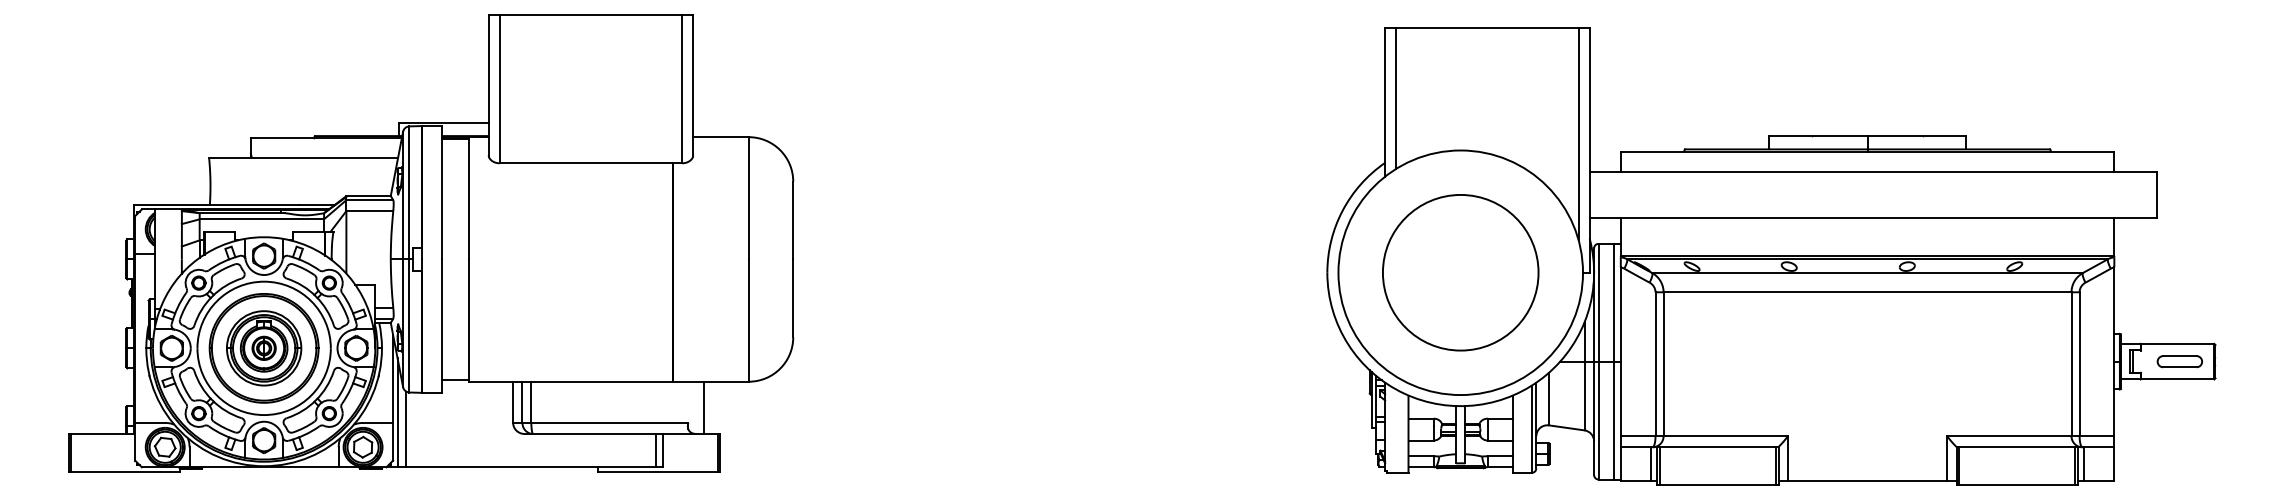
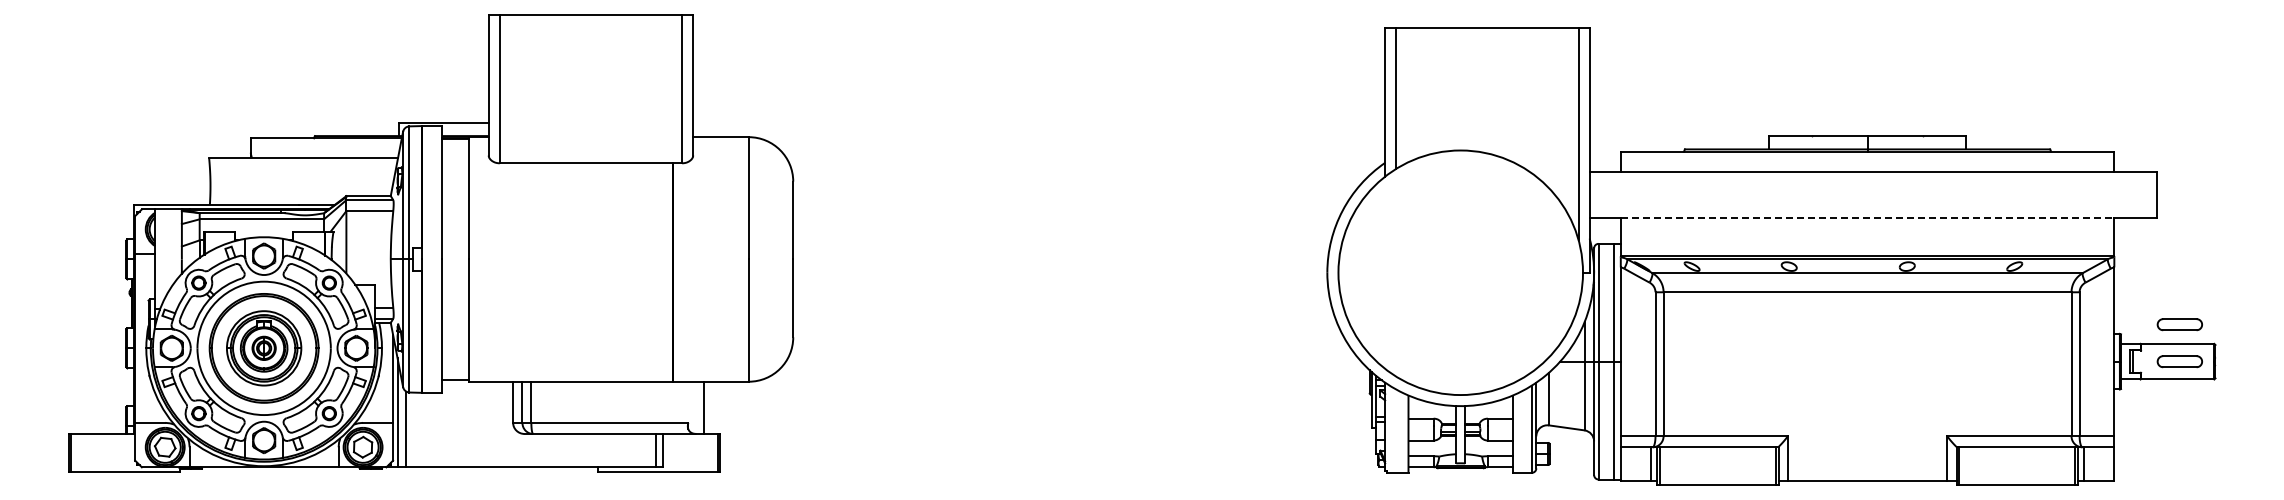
line at (1867, 218): solid -> dashed
circle at (1460, 272): present -> none
part at (2179, 324): none -> present
